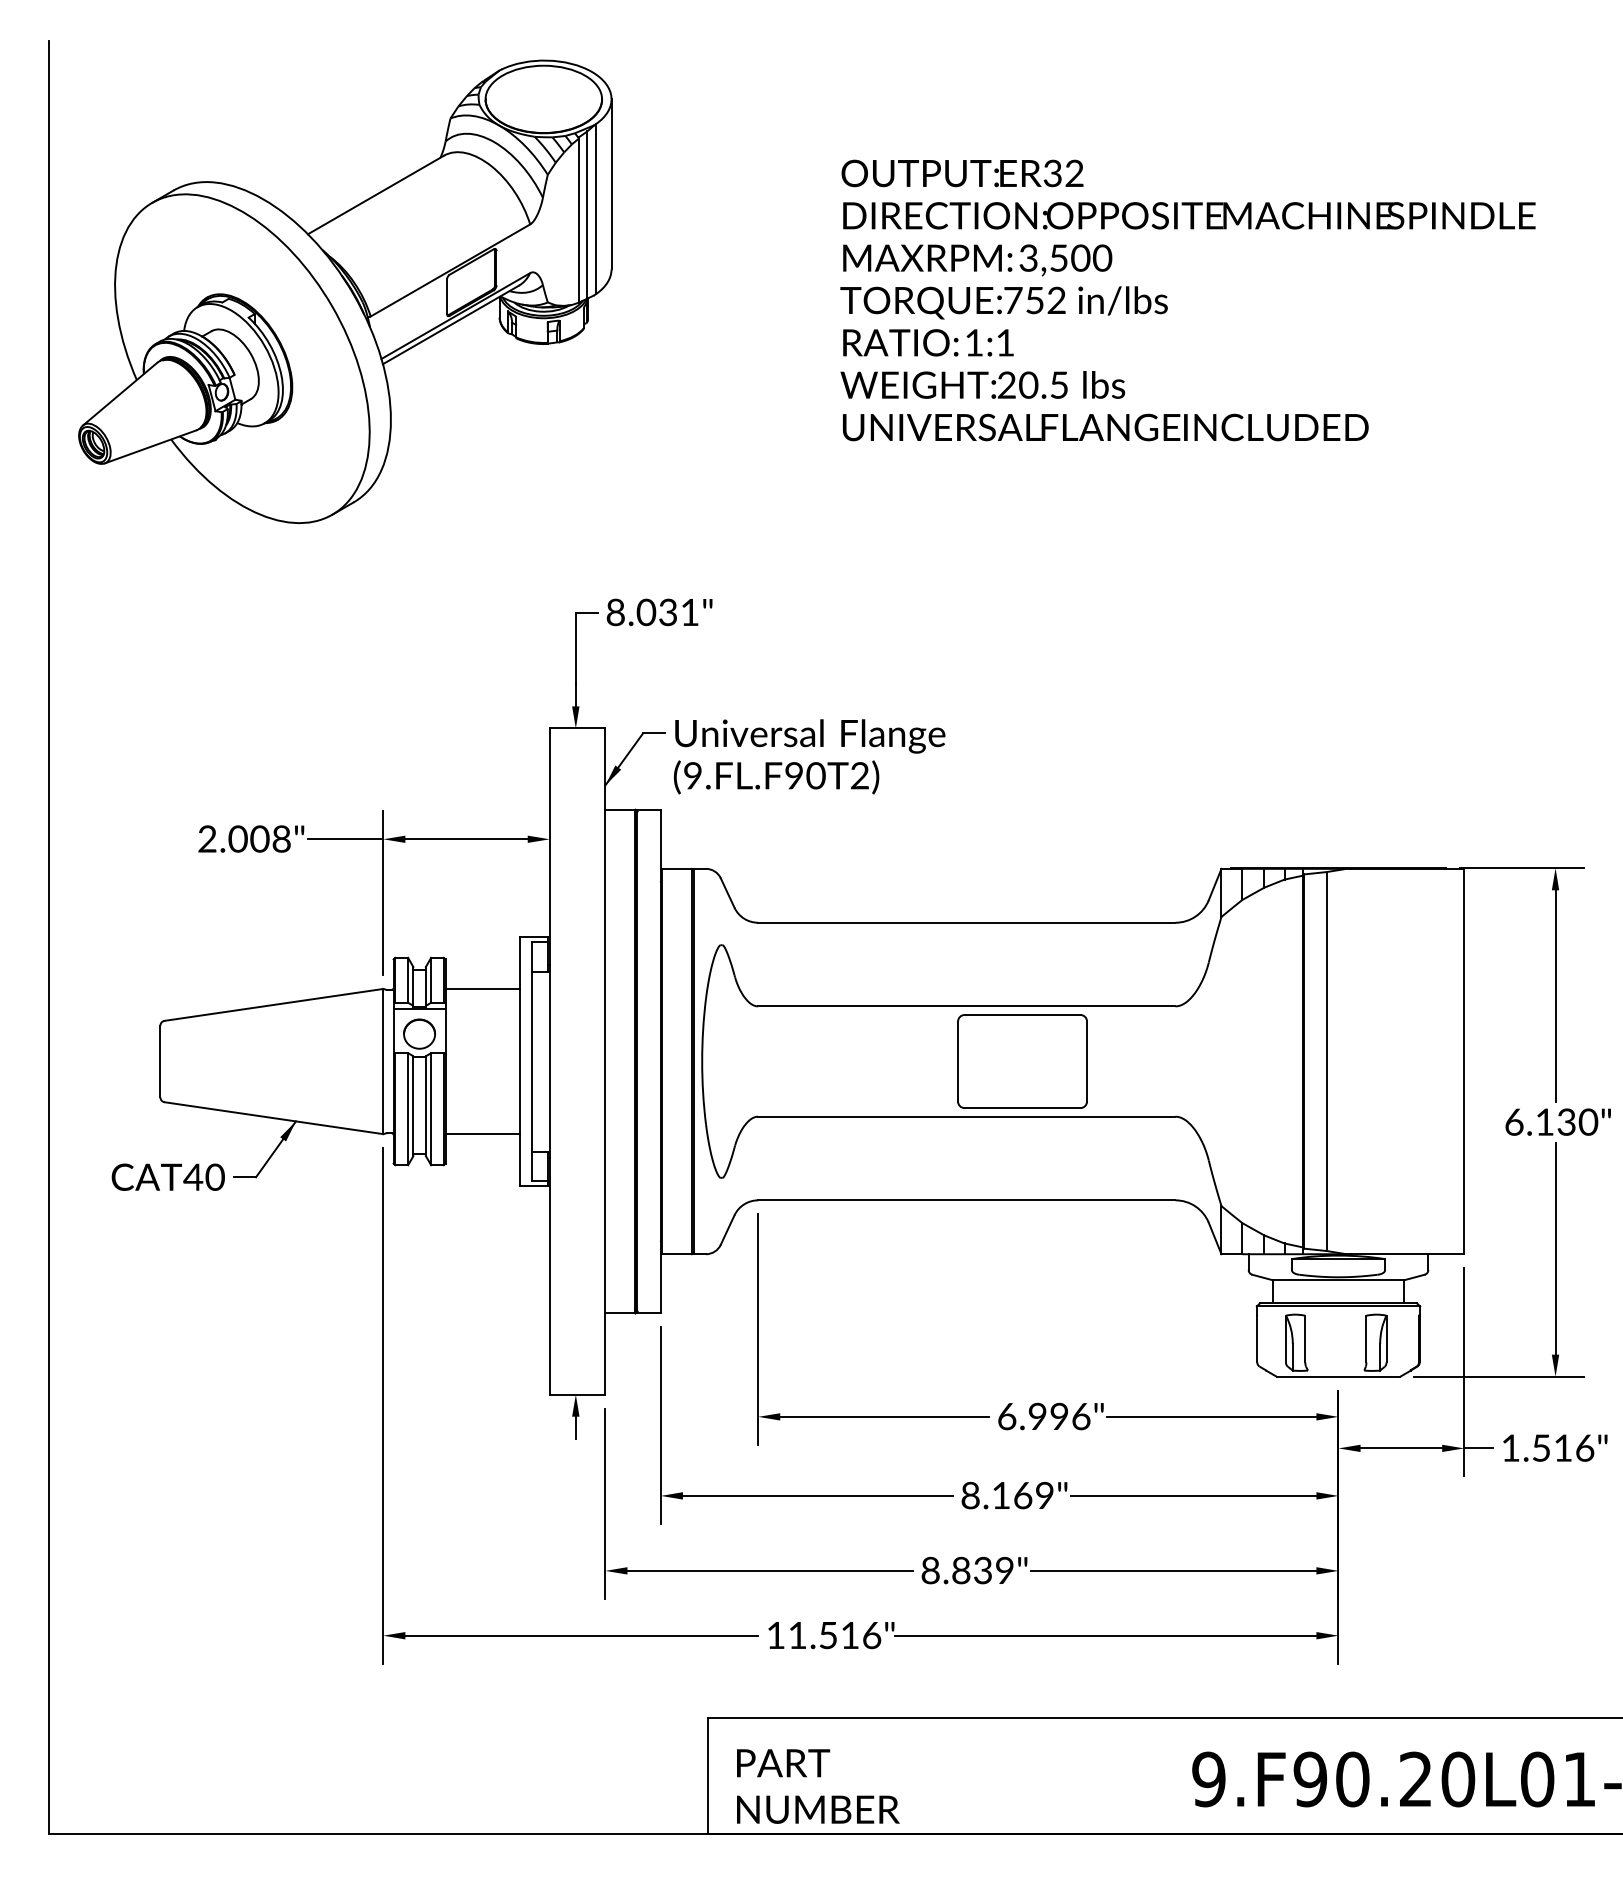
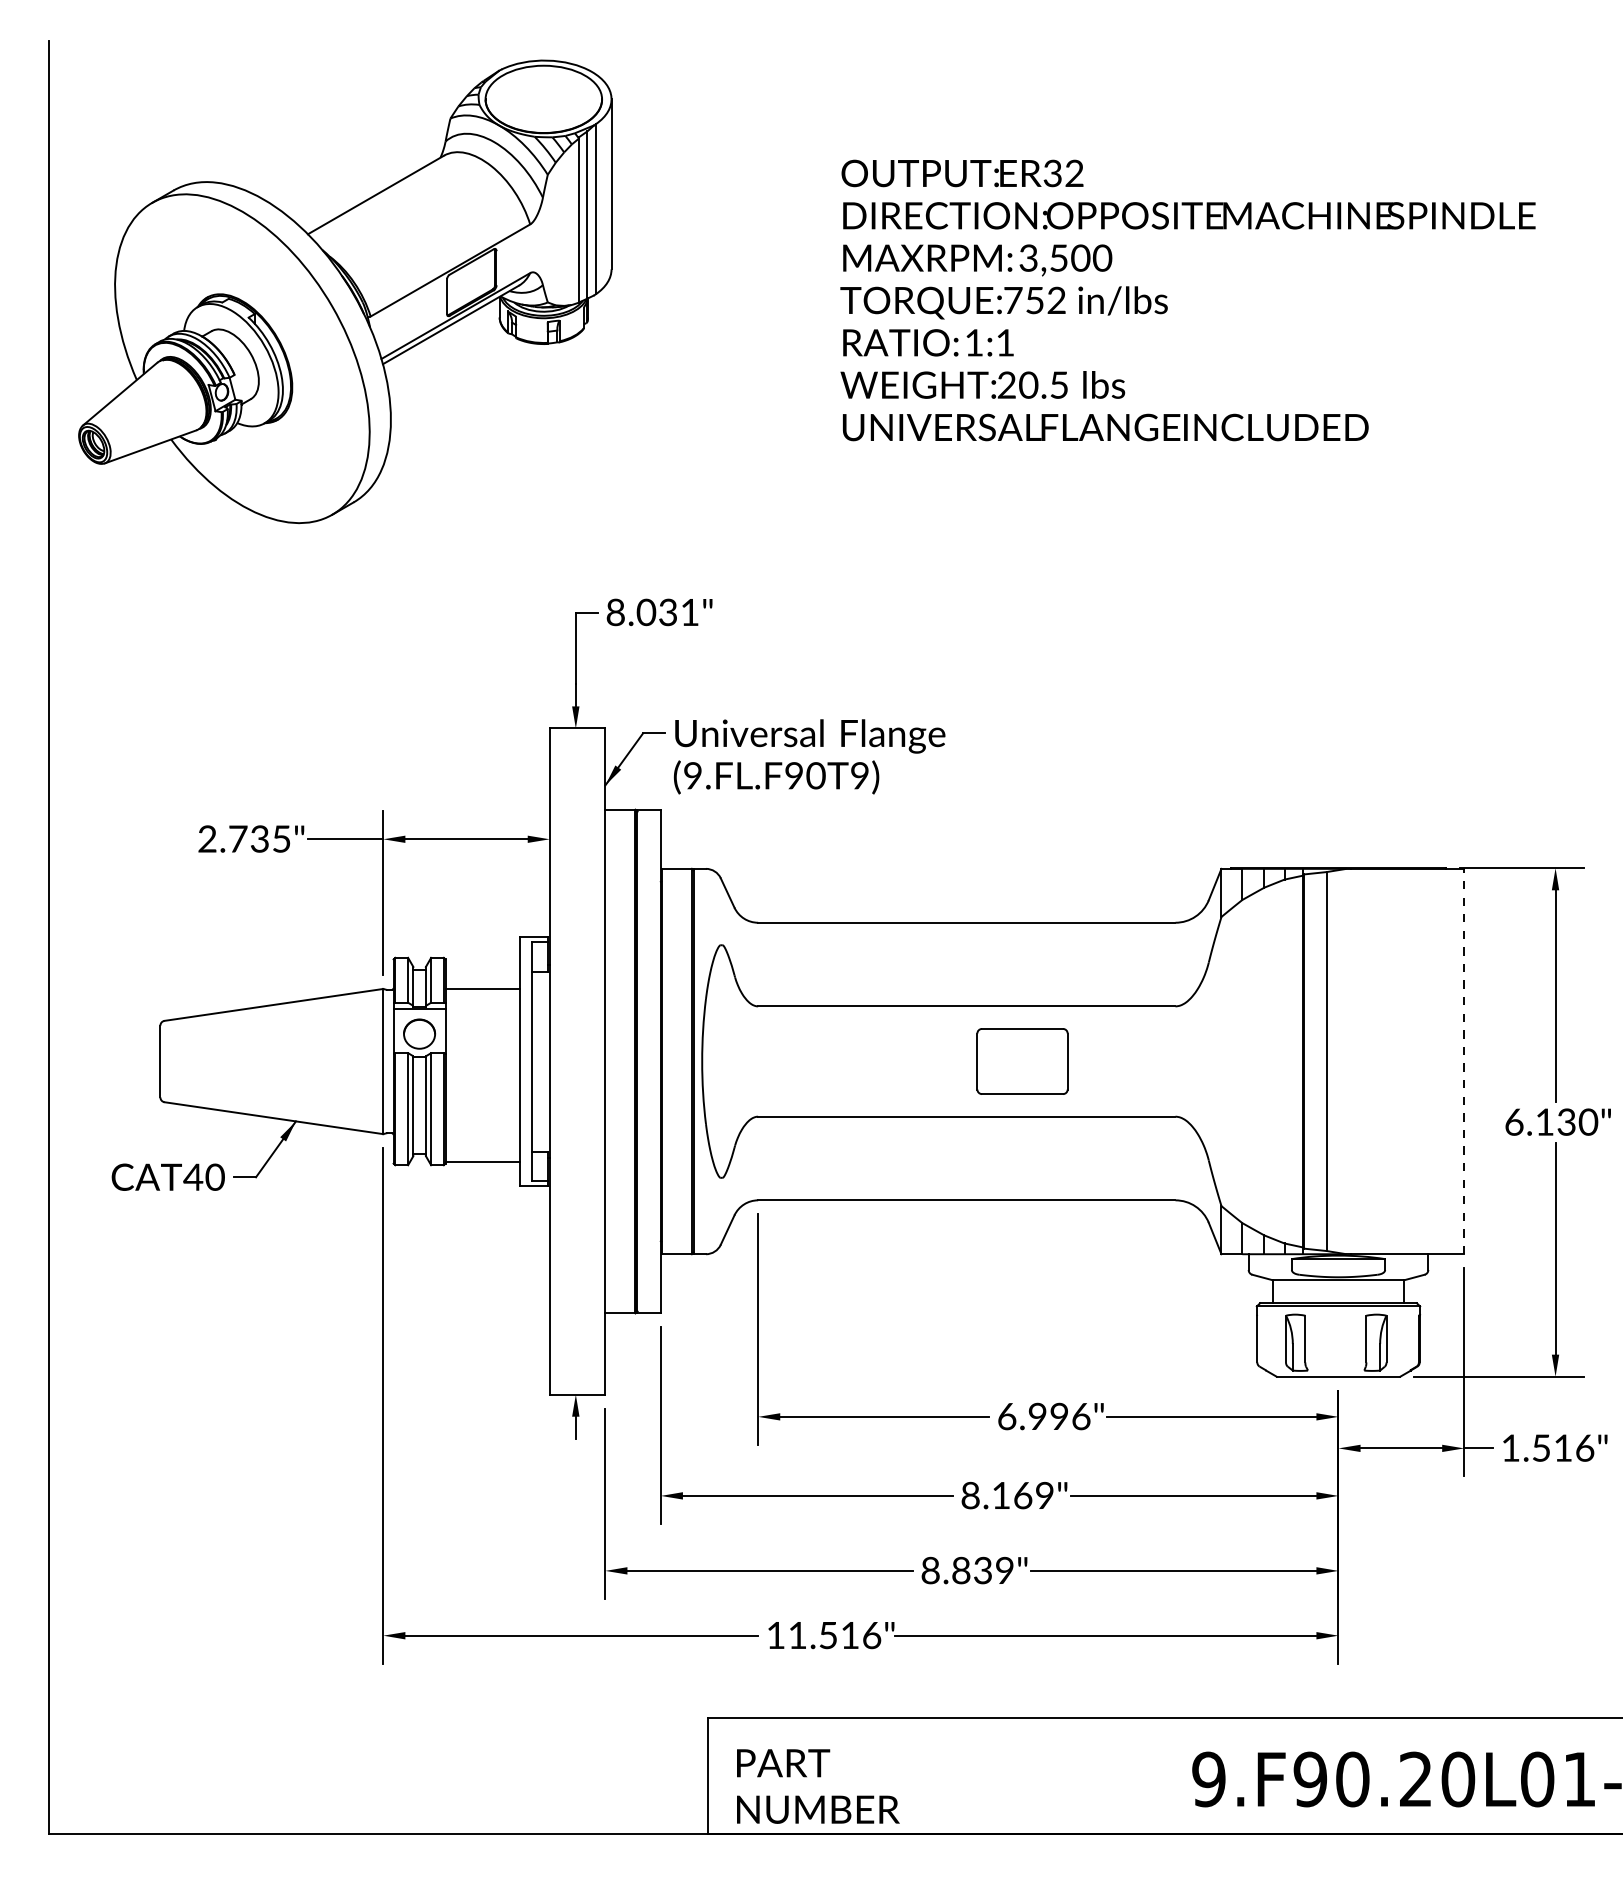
text at (859, 775): (9.FL.F90T2) -> (9.FL.F90T9)
text at (259, 838): 2.008" -> 2.735"
part at (1022, 1061) size: 131x95 px -> 93x67 px
line at (1464, 1061): solid -> dashed
line at (482, 1134) position: (482, 1134) -> (482, 1162)
